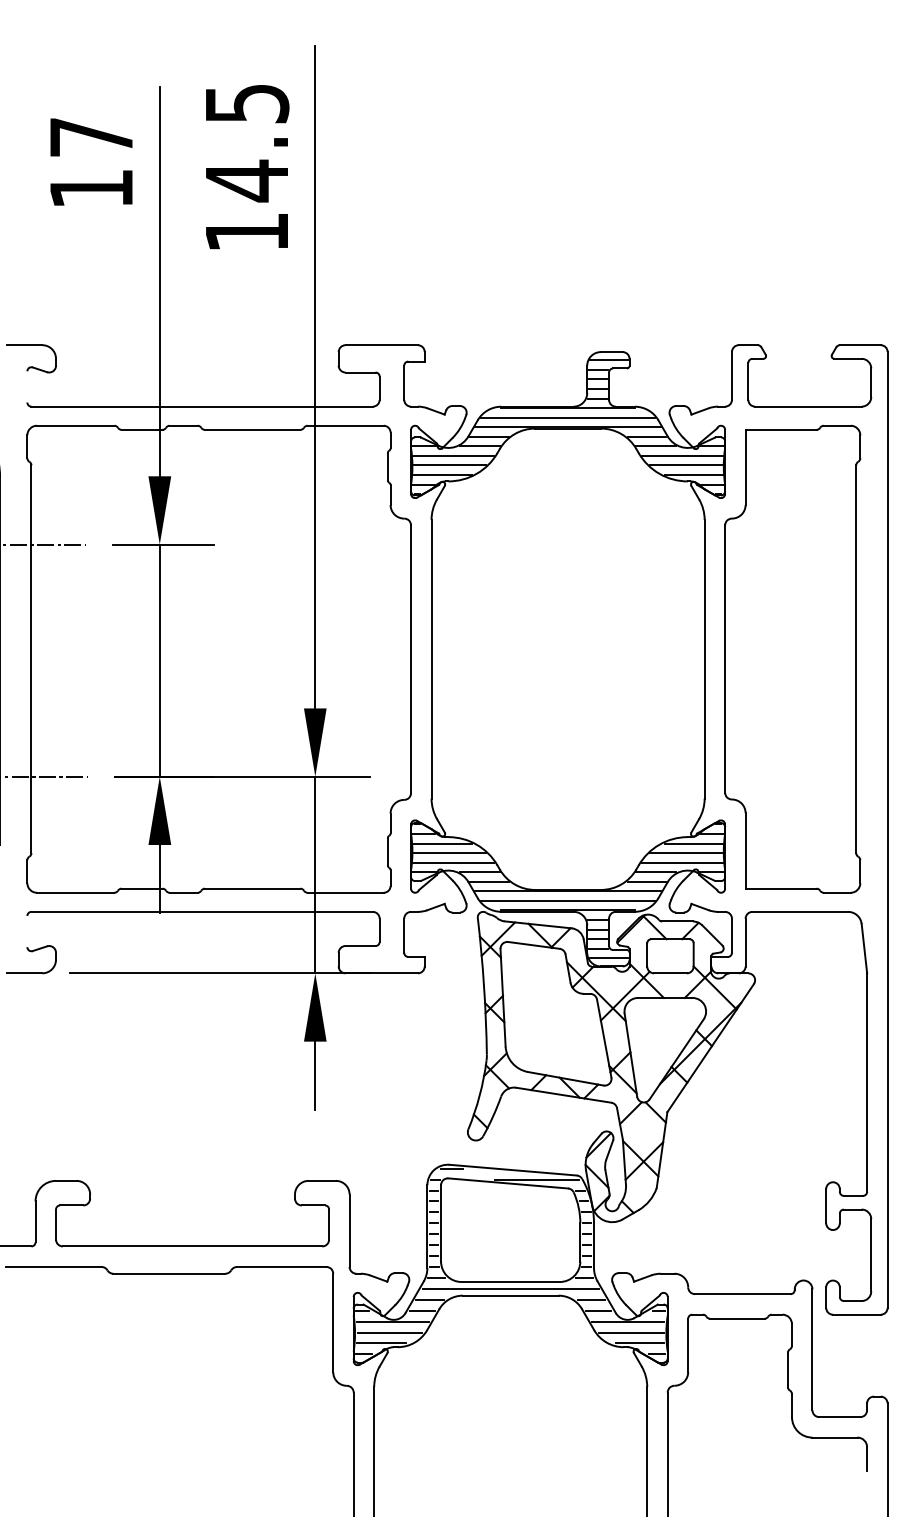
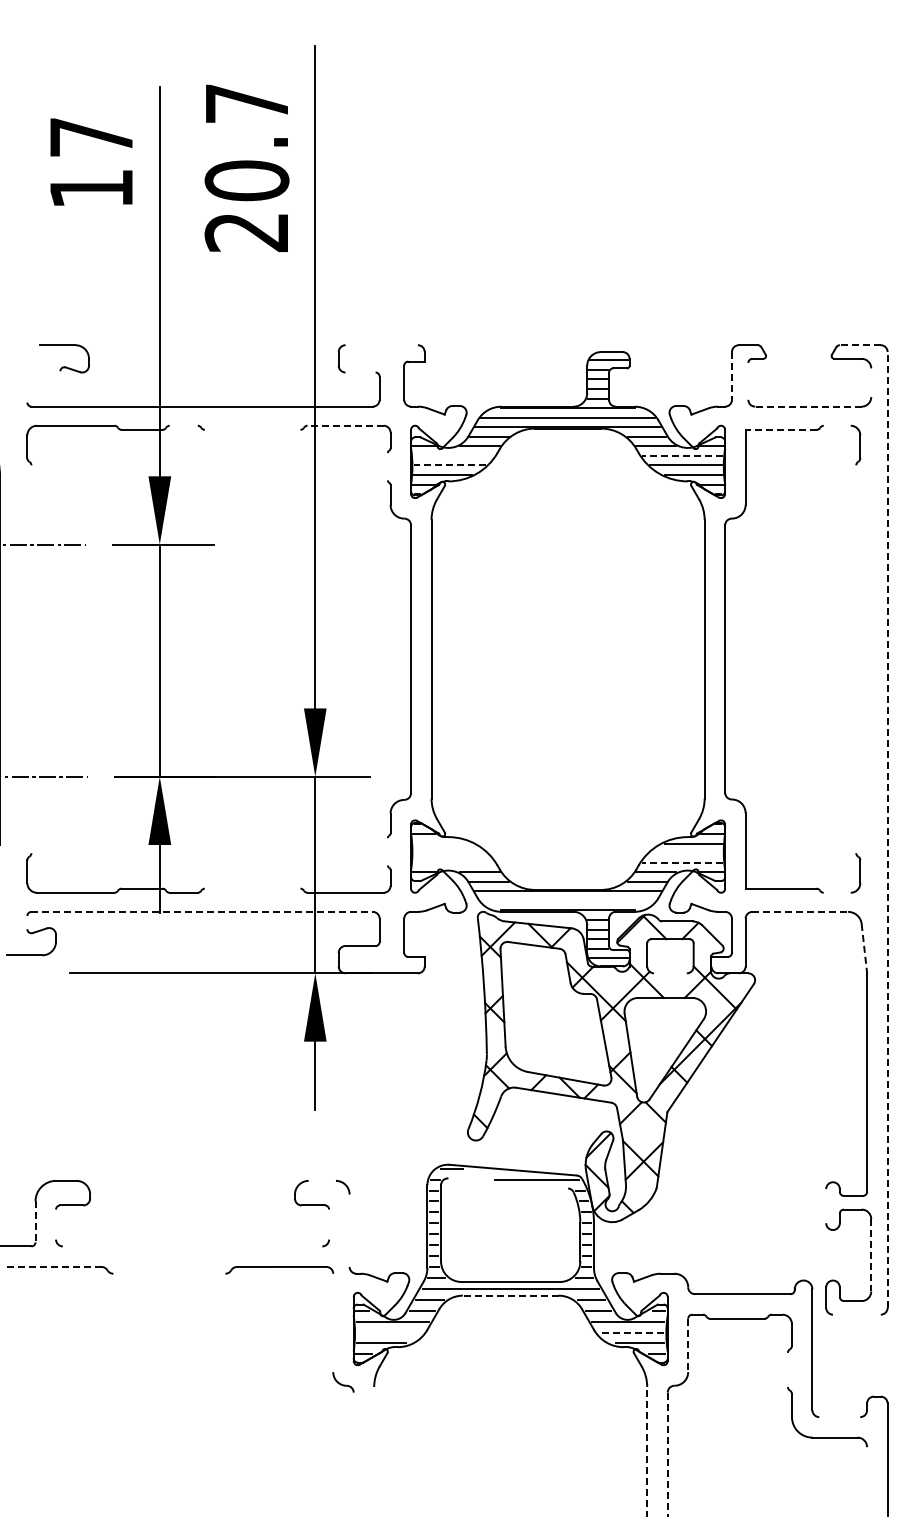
text at (246, 167): 14.5 -> 20.7
line at (381, 345): present -> none
line at (859, 345): solid -> dashed
part at (31, 366) position: (31, 366) -> (64, 366)
line at (360, 372): present -> none
line at (731, 375): solid -> dashed
line at (748, 380): present -> none
line at (871, 382): present -> none
line at (807, 406): solid -> dashed
line at (183, 425): present -> none
line at (345, 425): solid -> dashed
line at (836, 425): present -> none
line at (252, 429): present -> none
line at (781, 429): solid -> dashed
line at (453, 455): present -> none
line at (681, 455): solid -> dashed
line at (449, 465): solid -> dashed
line at (387, 466): present -> none
line at (31, 659): present -> none
line at (856, 659): present -> none
line at (887, 829): solid -> dashed
line at (442, 843): present -> none
line at (387, 851): present -> none
line at (449, 853): present -> none
line at (686, 853): present -> none
line at (453, 862): present -> none
line at (681, 862): solid -> dashed
line at (252, 888): present -> none
line at (836, 892): present -> none
line at (567, 900): present -> none
line at (202, 911): solid -> dashed
line at (800, 911): solid -> dashed
line at (864, 948): solid -> dashed
part at (31, 952) position: (31, 952) -> (31, 934)
line at (670, 973): present -> none
line at (321, 1180): present -> none
line at (508, 1183): present -> none
line at (826, 1206): present -> none
line at (35, 1222): solid -> dashed
line at (56, 1224): present -> none
line at (329, 1224): present -> none
line at (349, 1230): present -> none
line at (192, 1246): present -> none
line at (871, 1255): solid -> dashed
line at (53, 1266): solid -> dashed
line at (169, 1273): present -> none
line at (510, 1295): solid -> dashed
line at (856, 1314): present -> none
line at (333, 1322): present -> none
line at (389, 1332): present -> none
line at (630, 1332): solid -> dashed
line at (688, 1345): solid -> dashed
line at (787, 1369): present -> none
line at (839, 1417): present -> none
line at (374, 1450): present -> none
line at (647, 1451): solid -> dashed
line at (353, 1452): present -> none
line at (667, 1454): solid -> dashed
line at (867, 1459): present -> none
